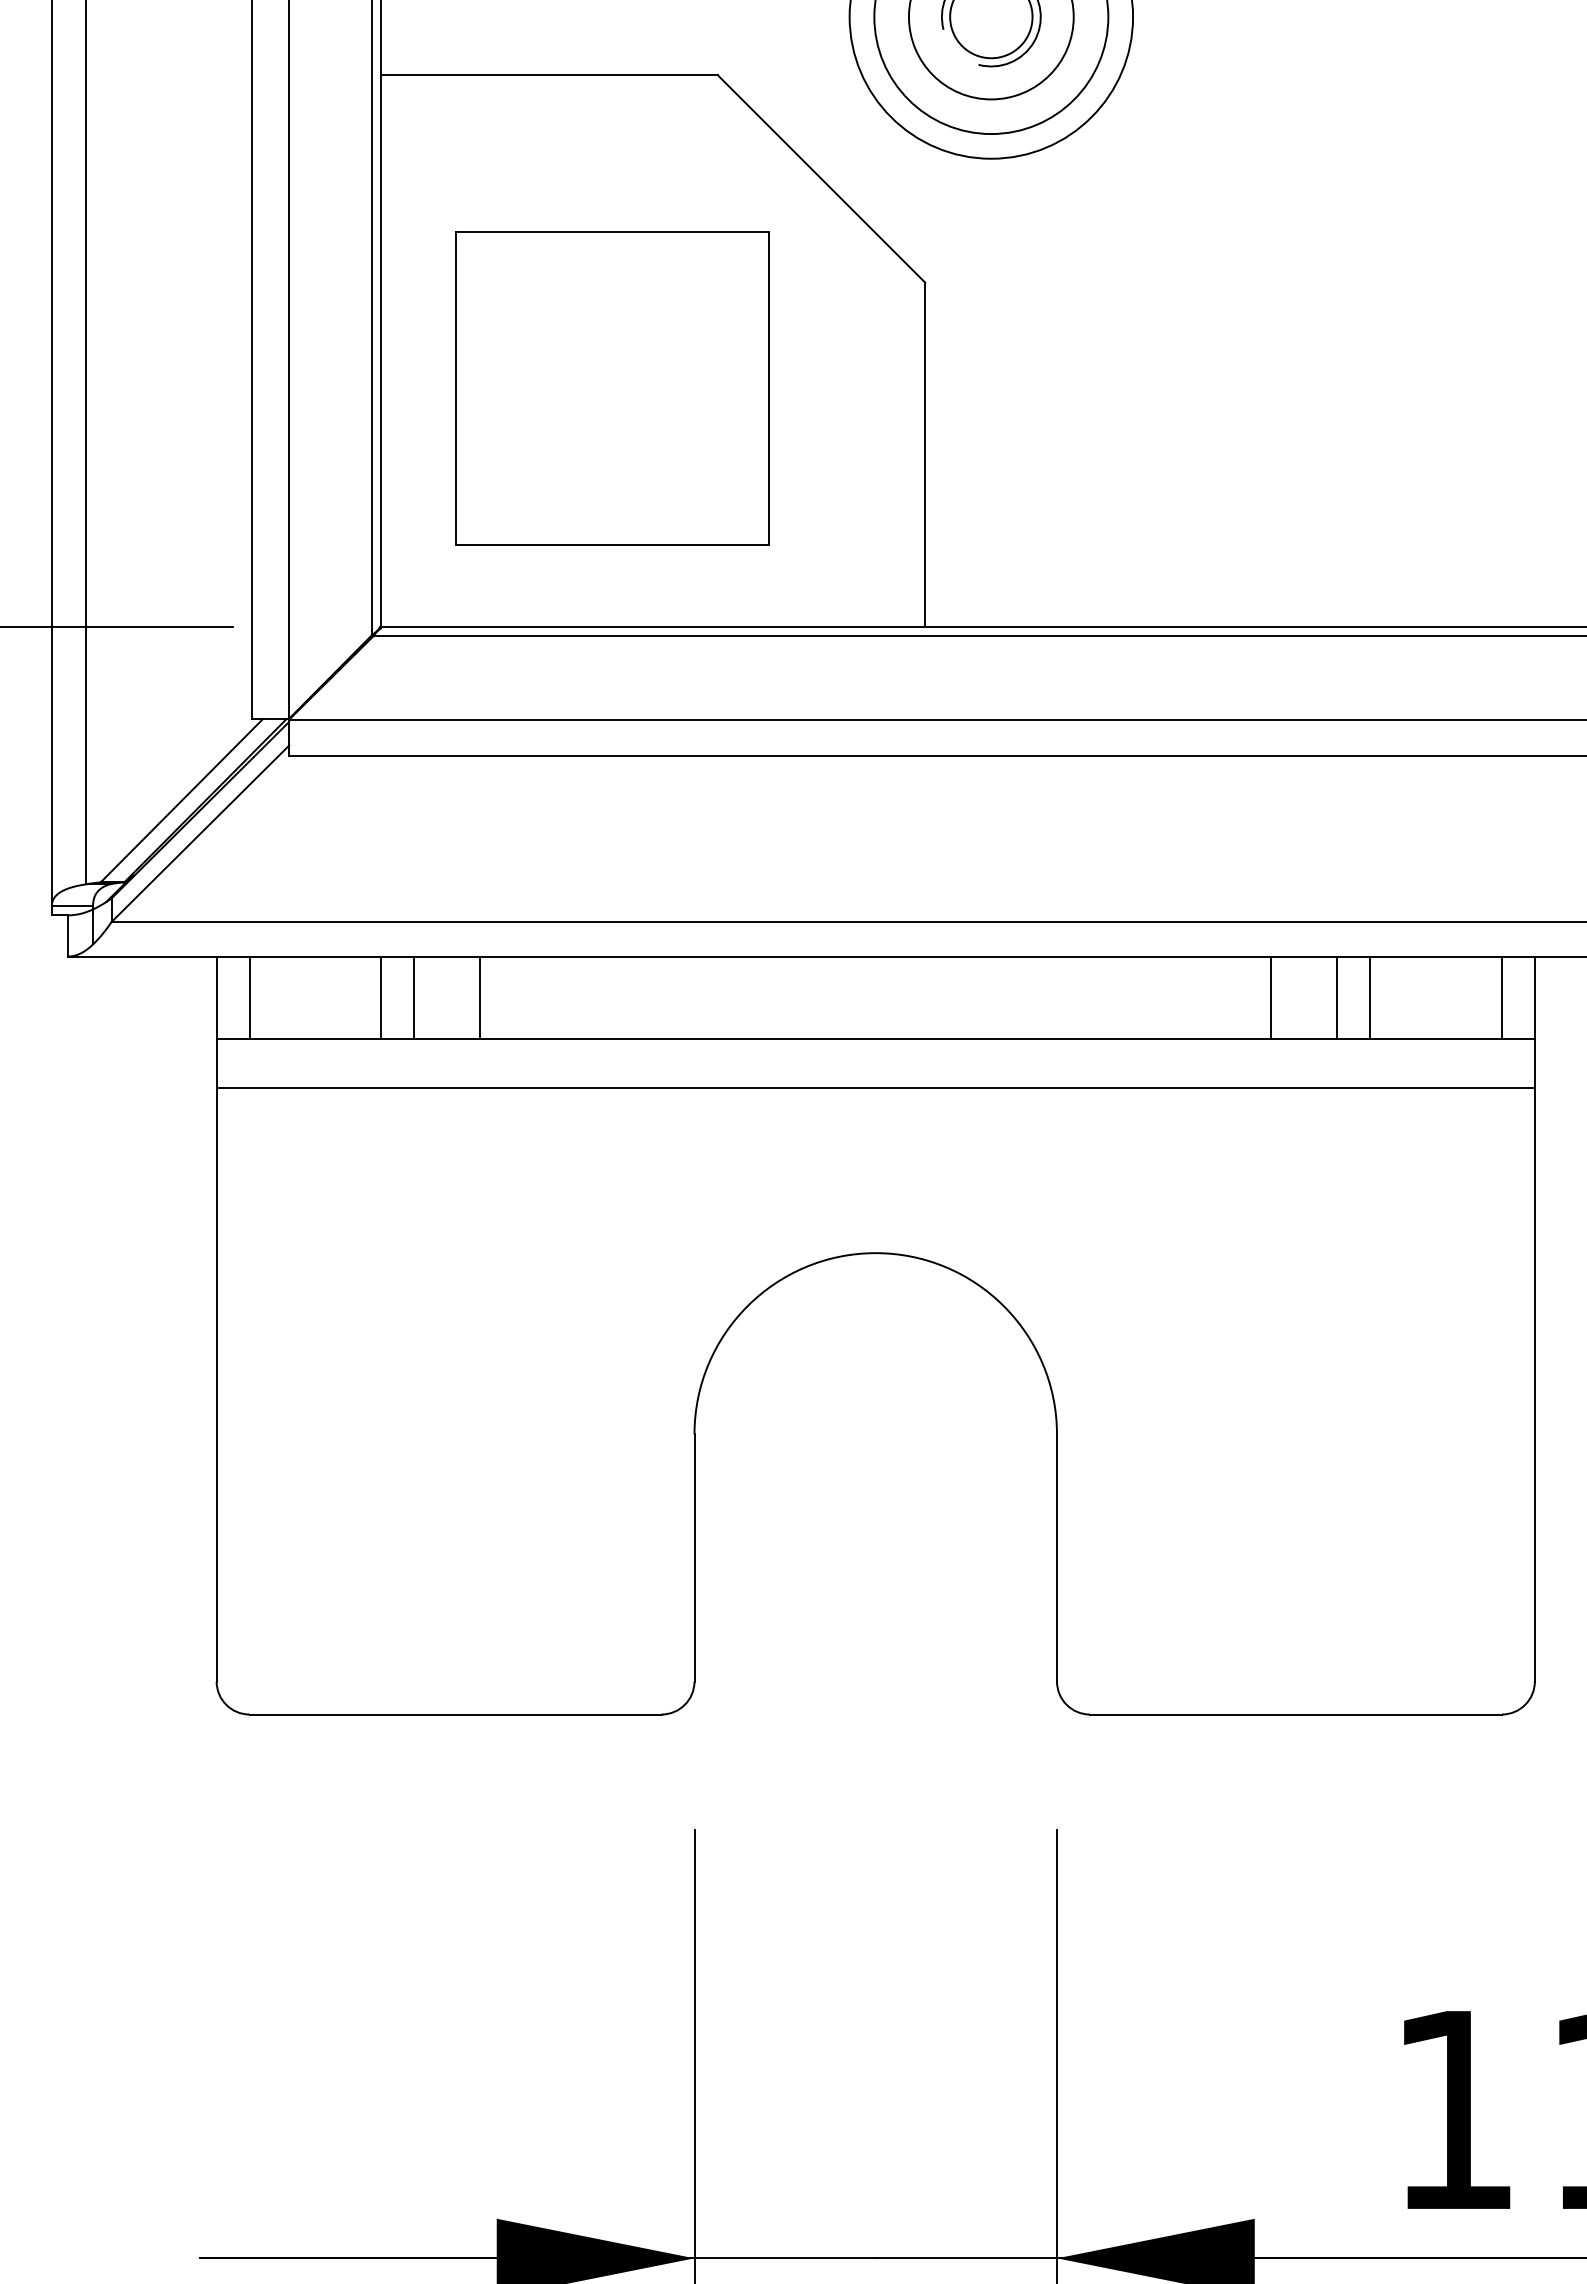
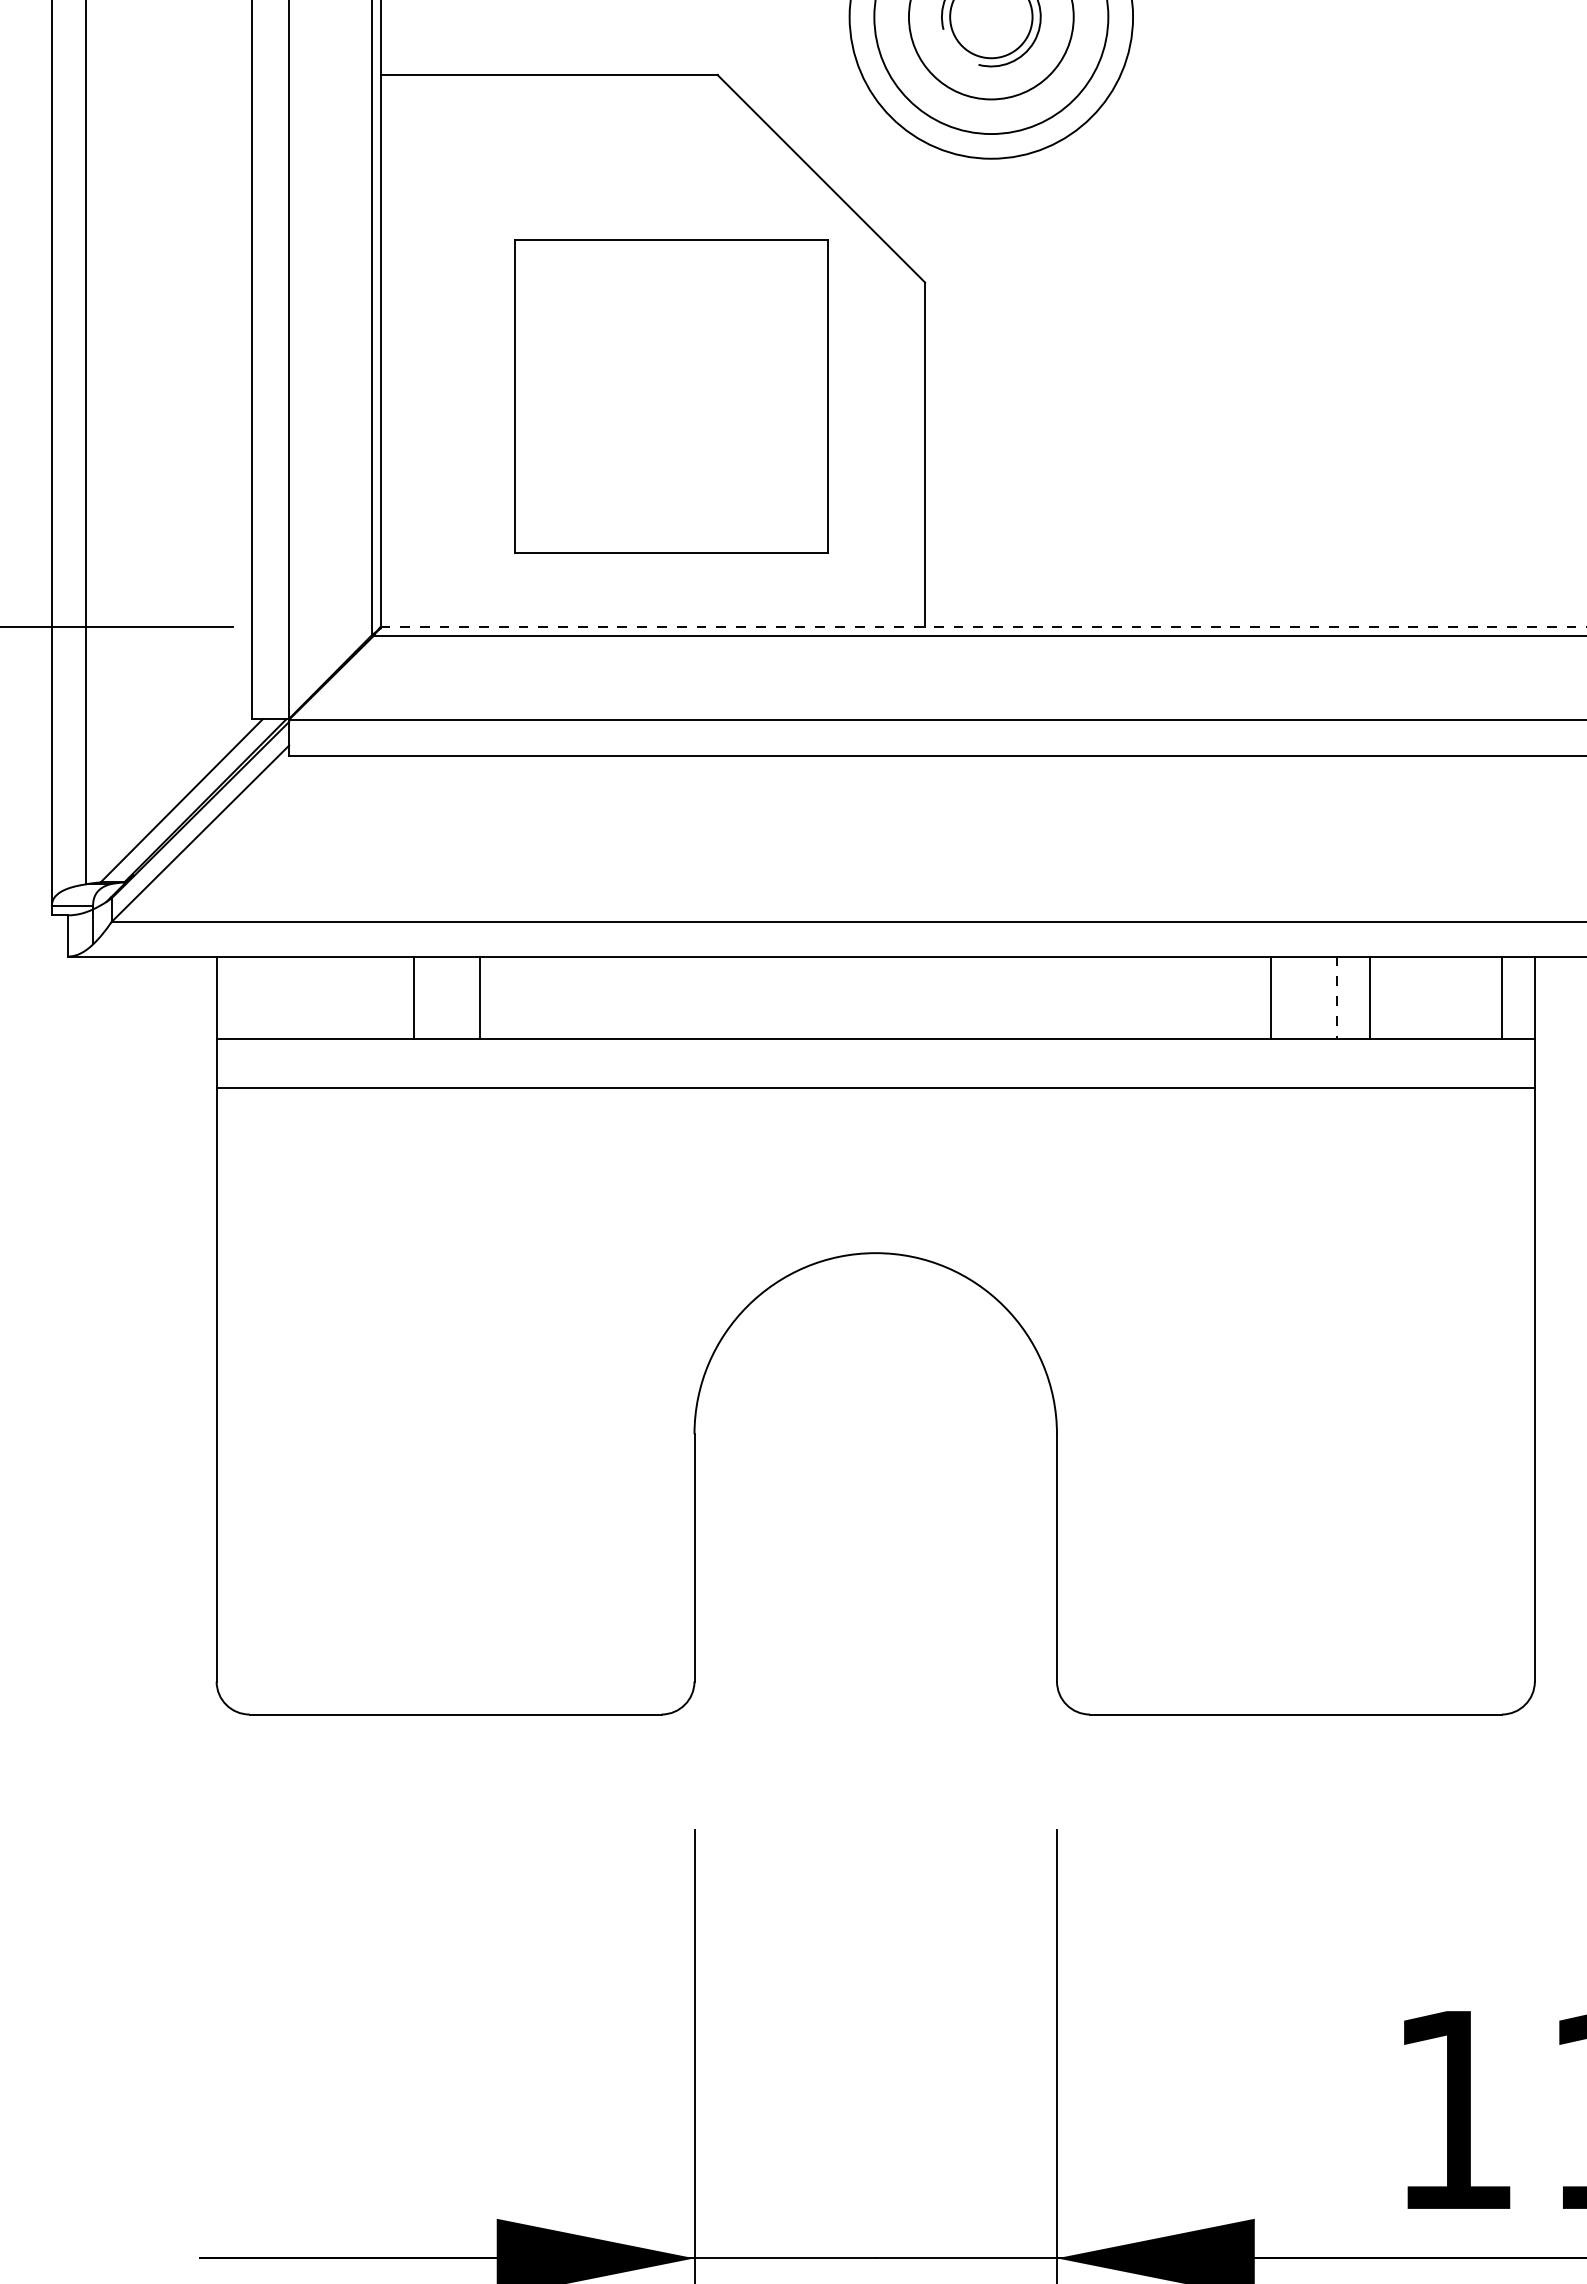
part at (612, 388) position: (612, 388) -> (671, 396)
line at (983, 627): solid -> dashed
line at (249, 997): present -> none
line at (381, 997): present -> none
line at (1337, 998): solid -> dashed
